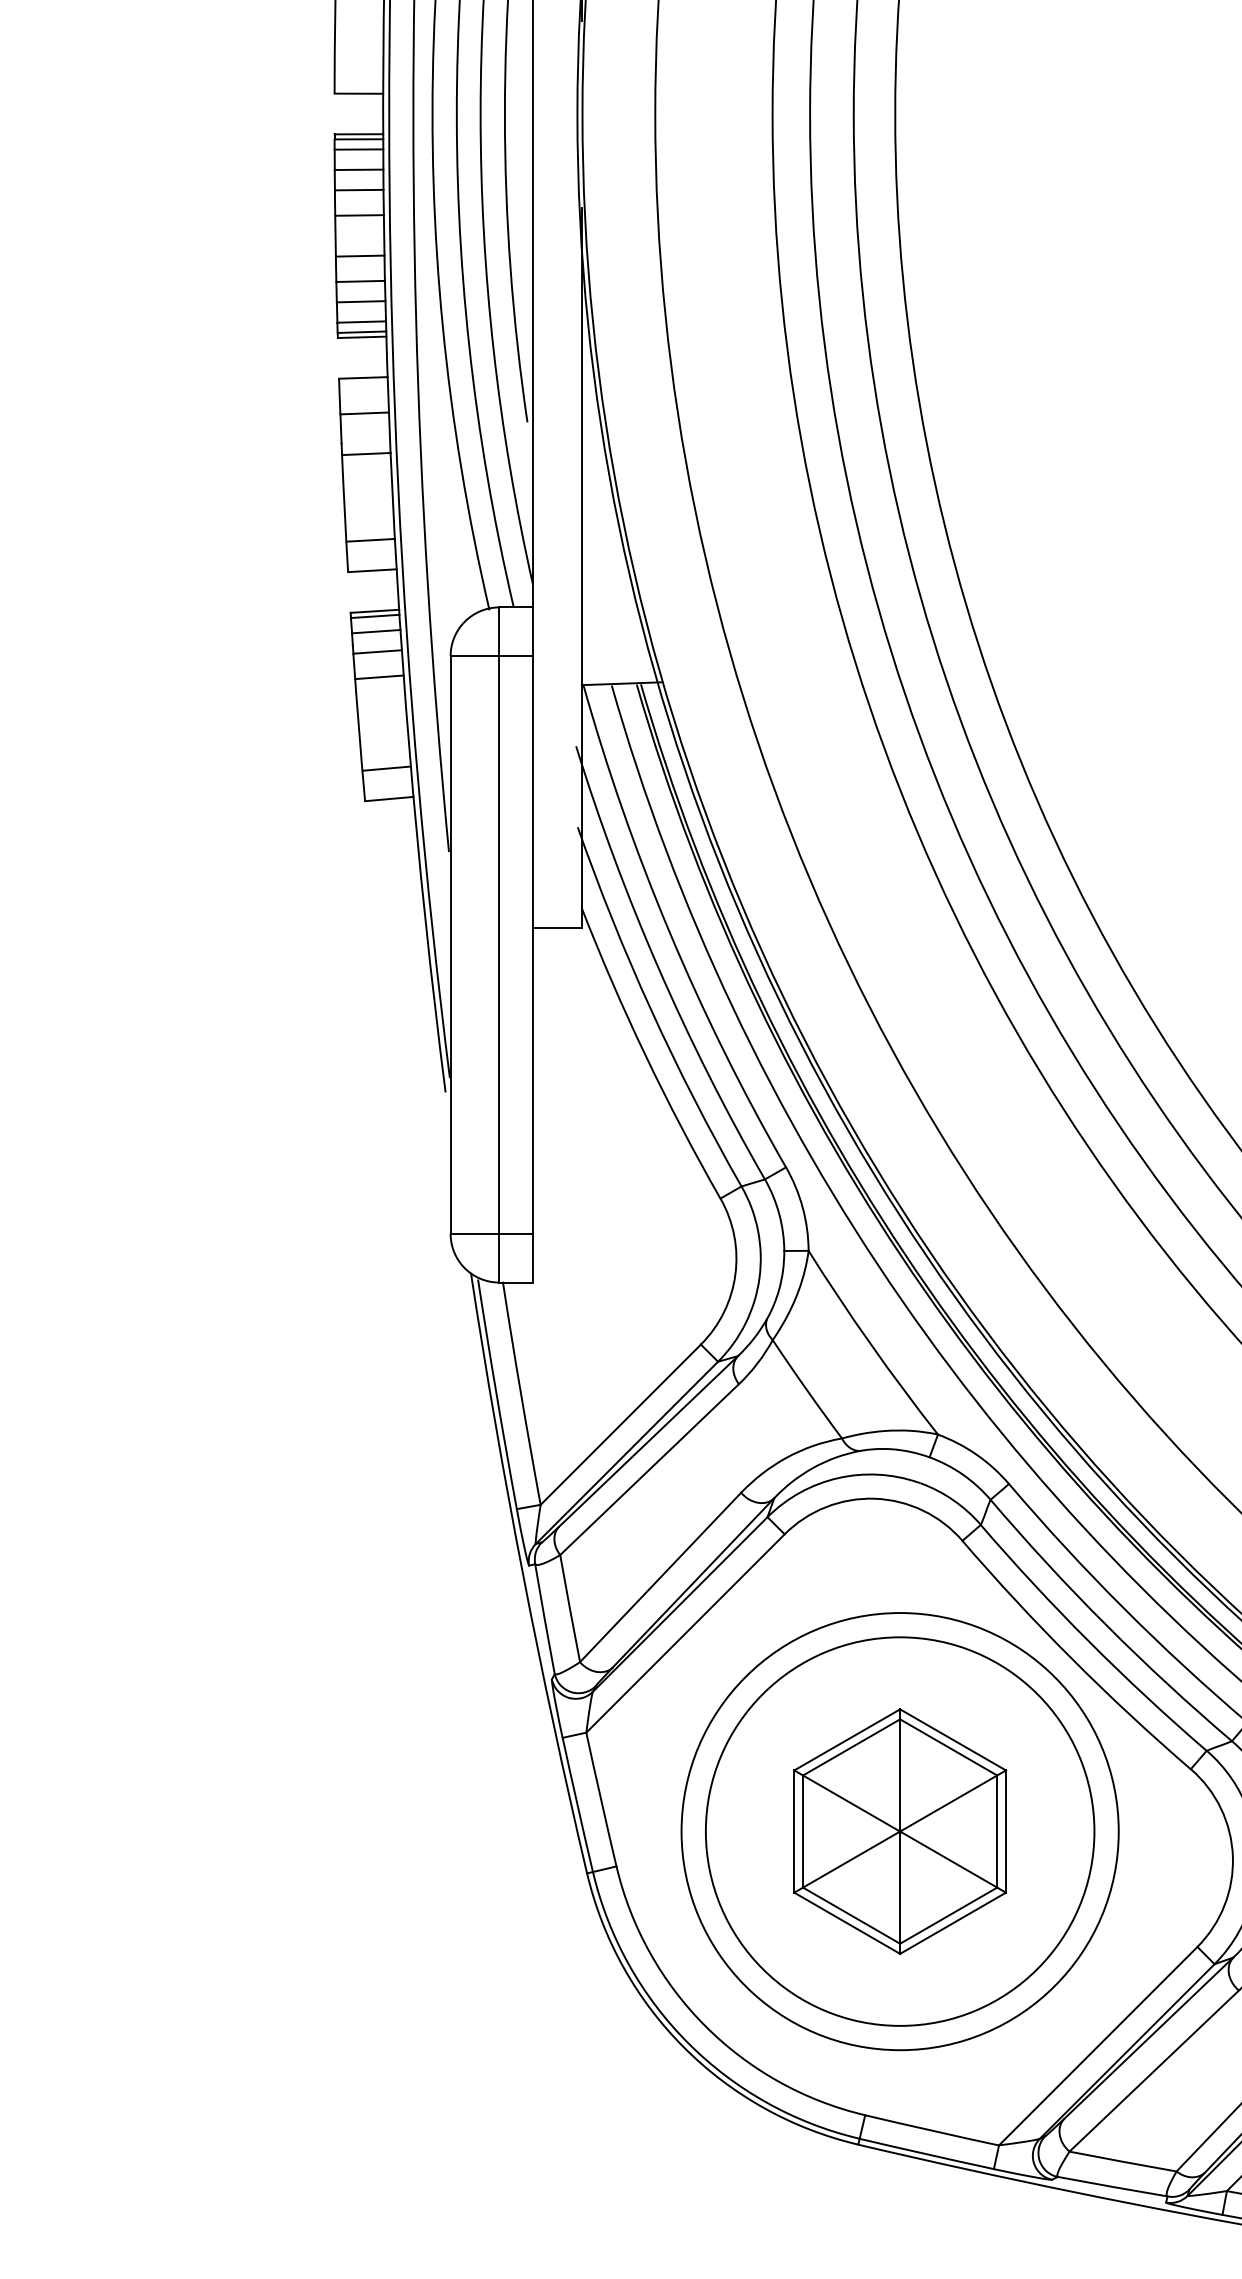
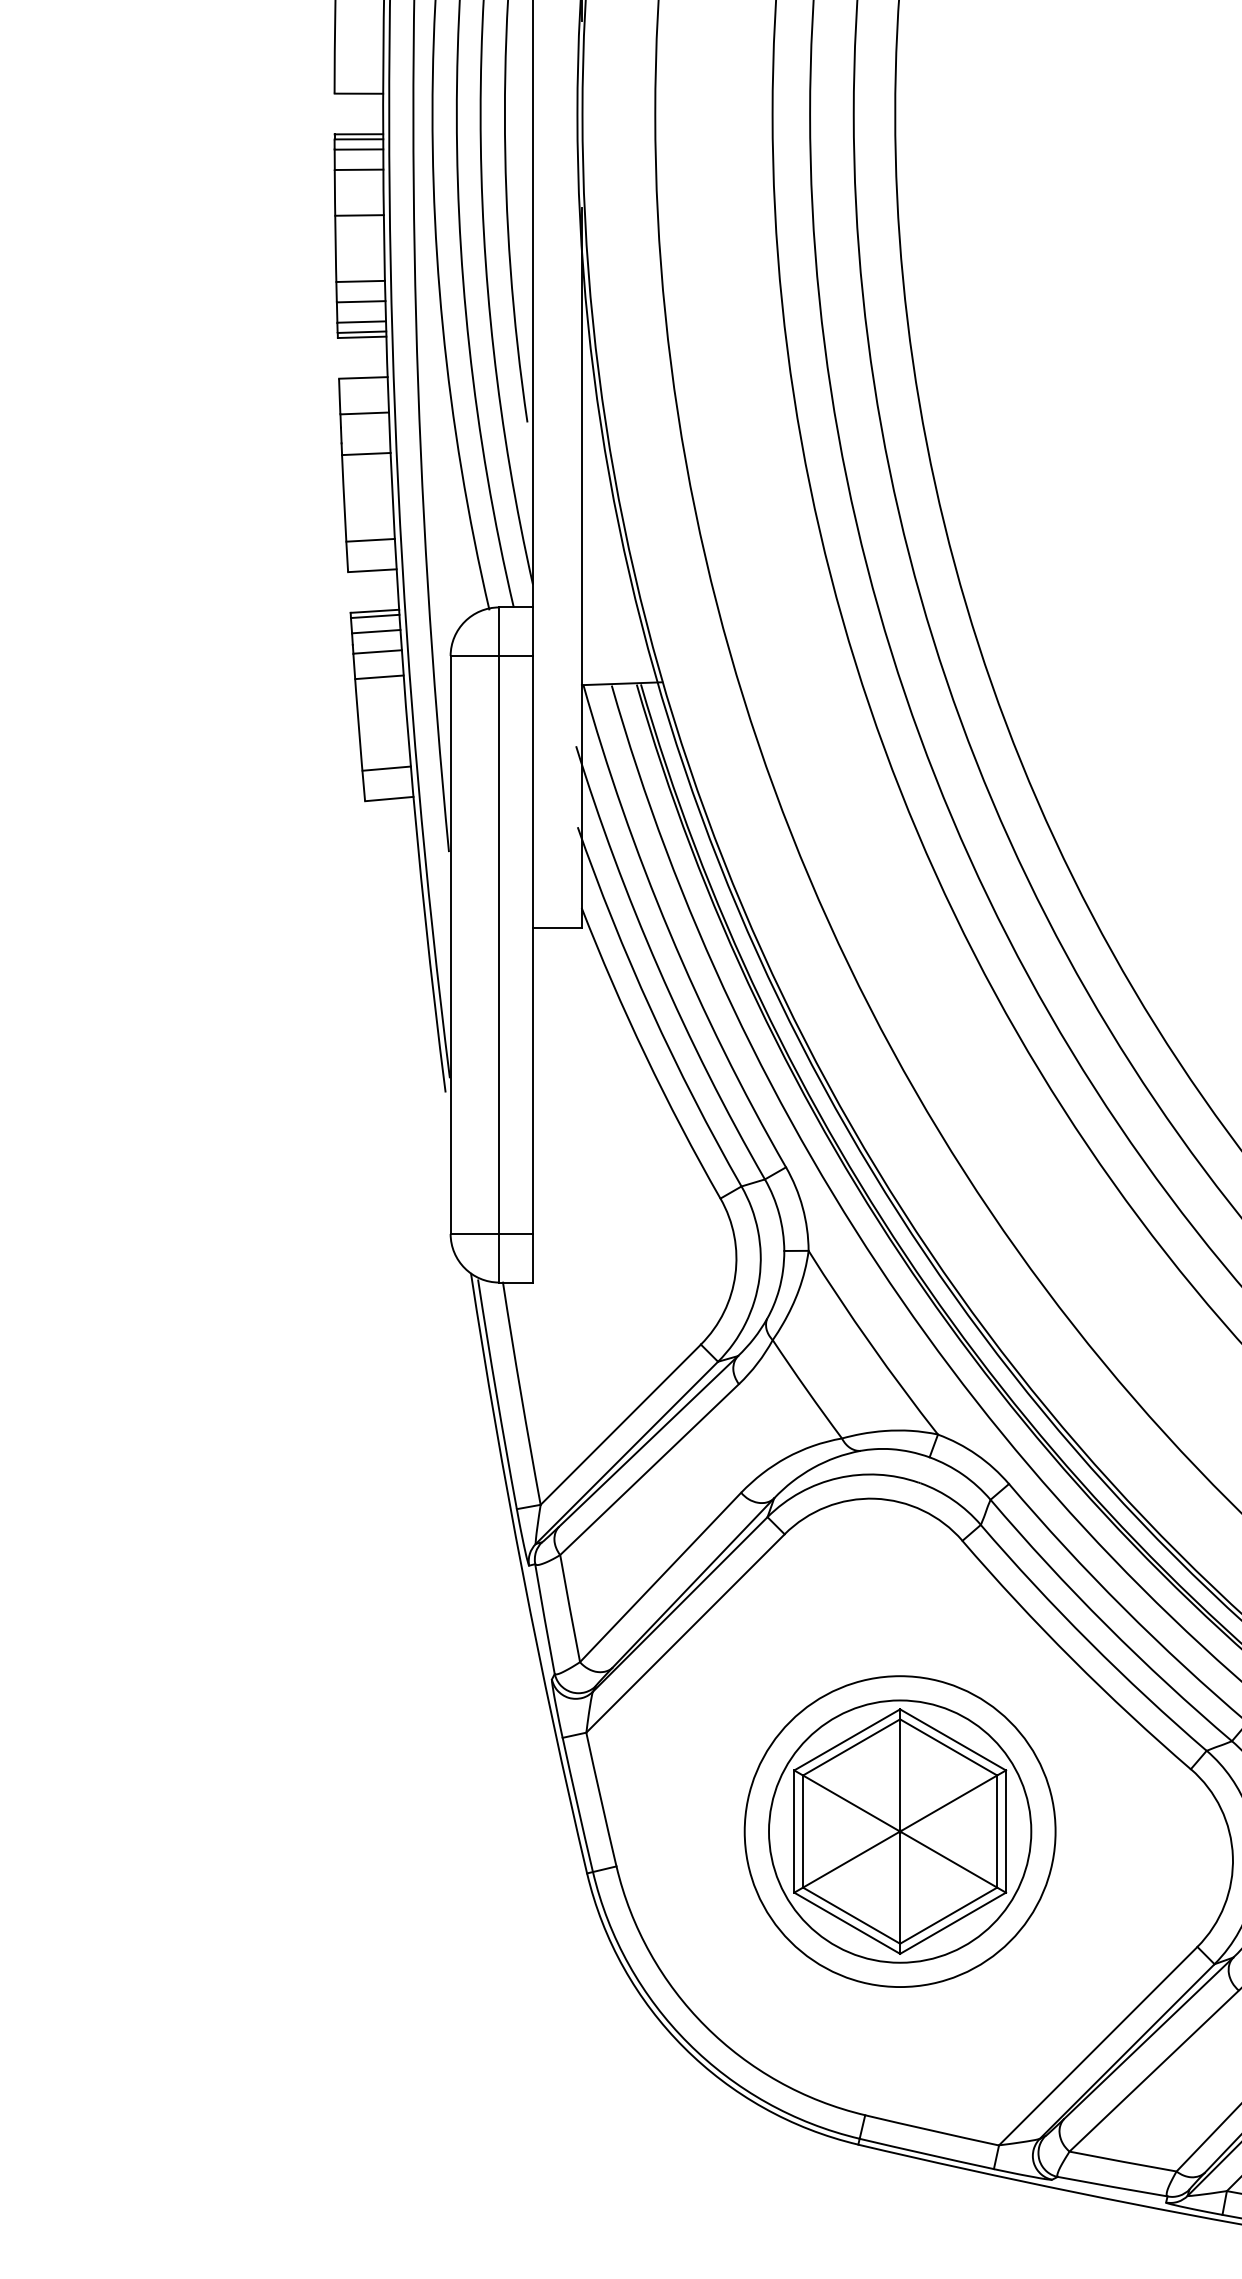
line at (359, 189): present -> none
line at (359, 255): present -> none
circle at (899, 1831) diameter: 389 px -> 311 px
circle at (899, 1831) diameter: 437 px -> 262 px
